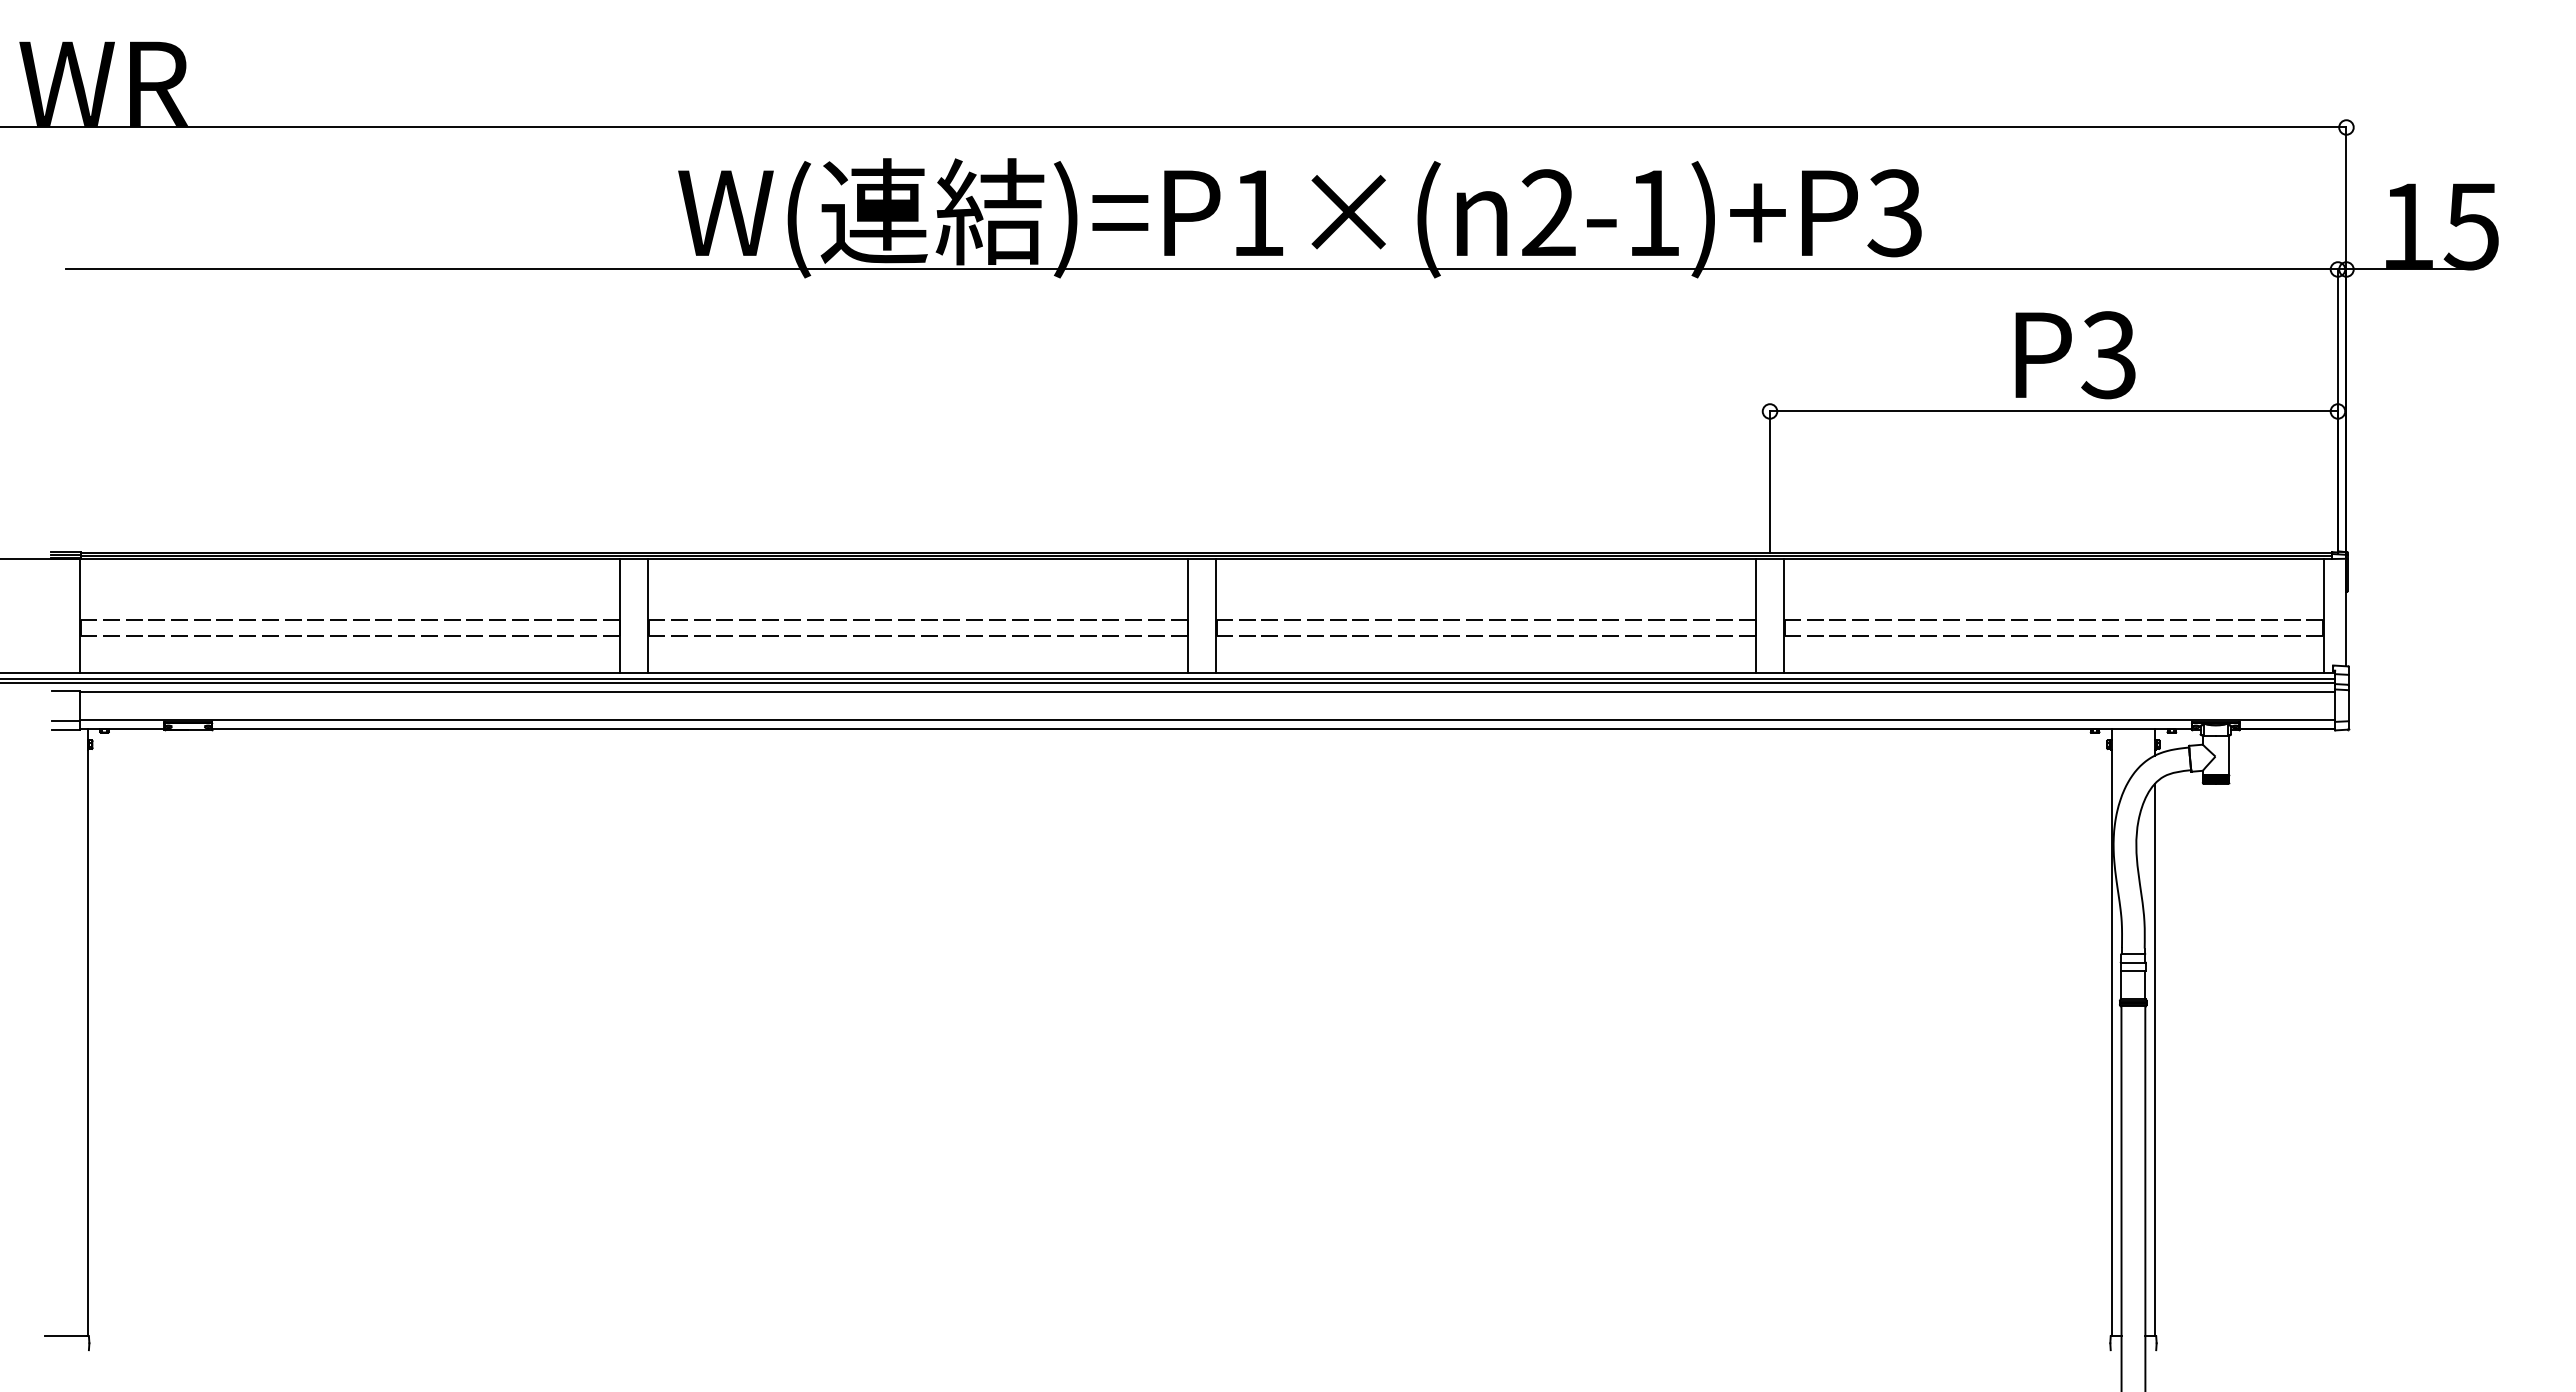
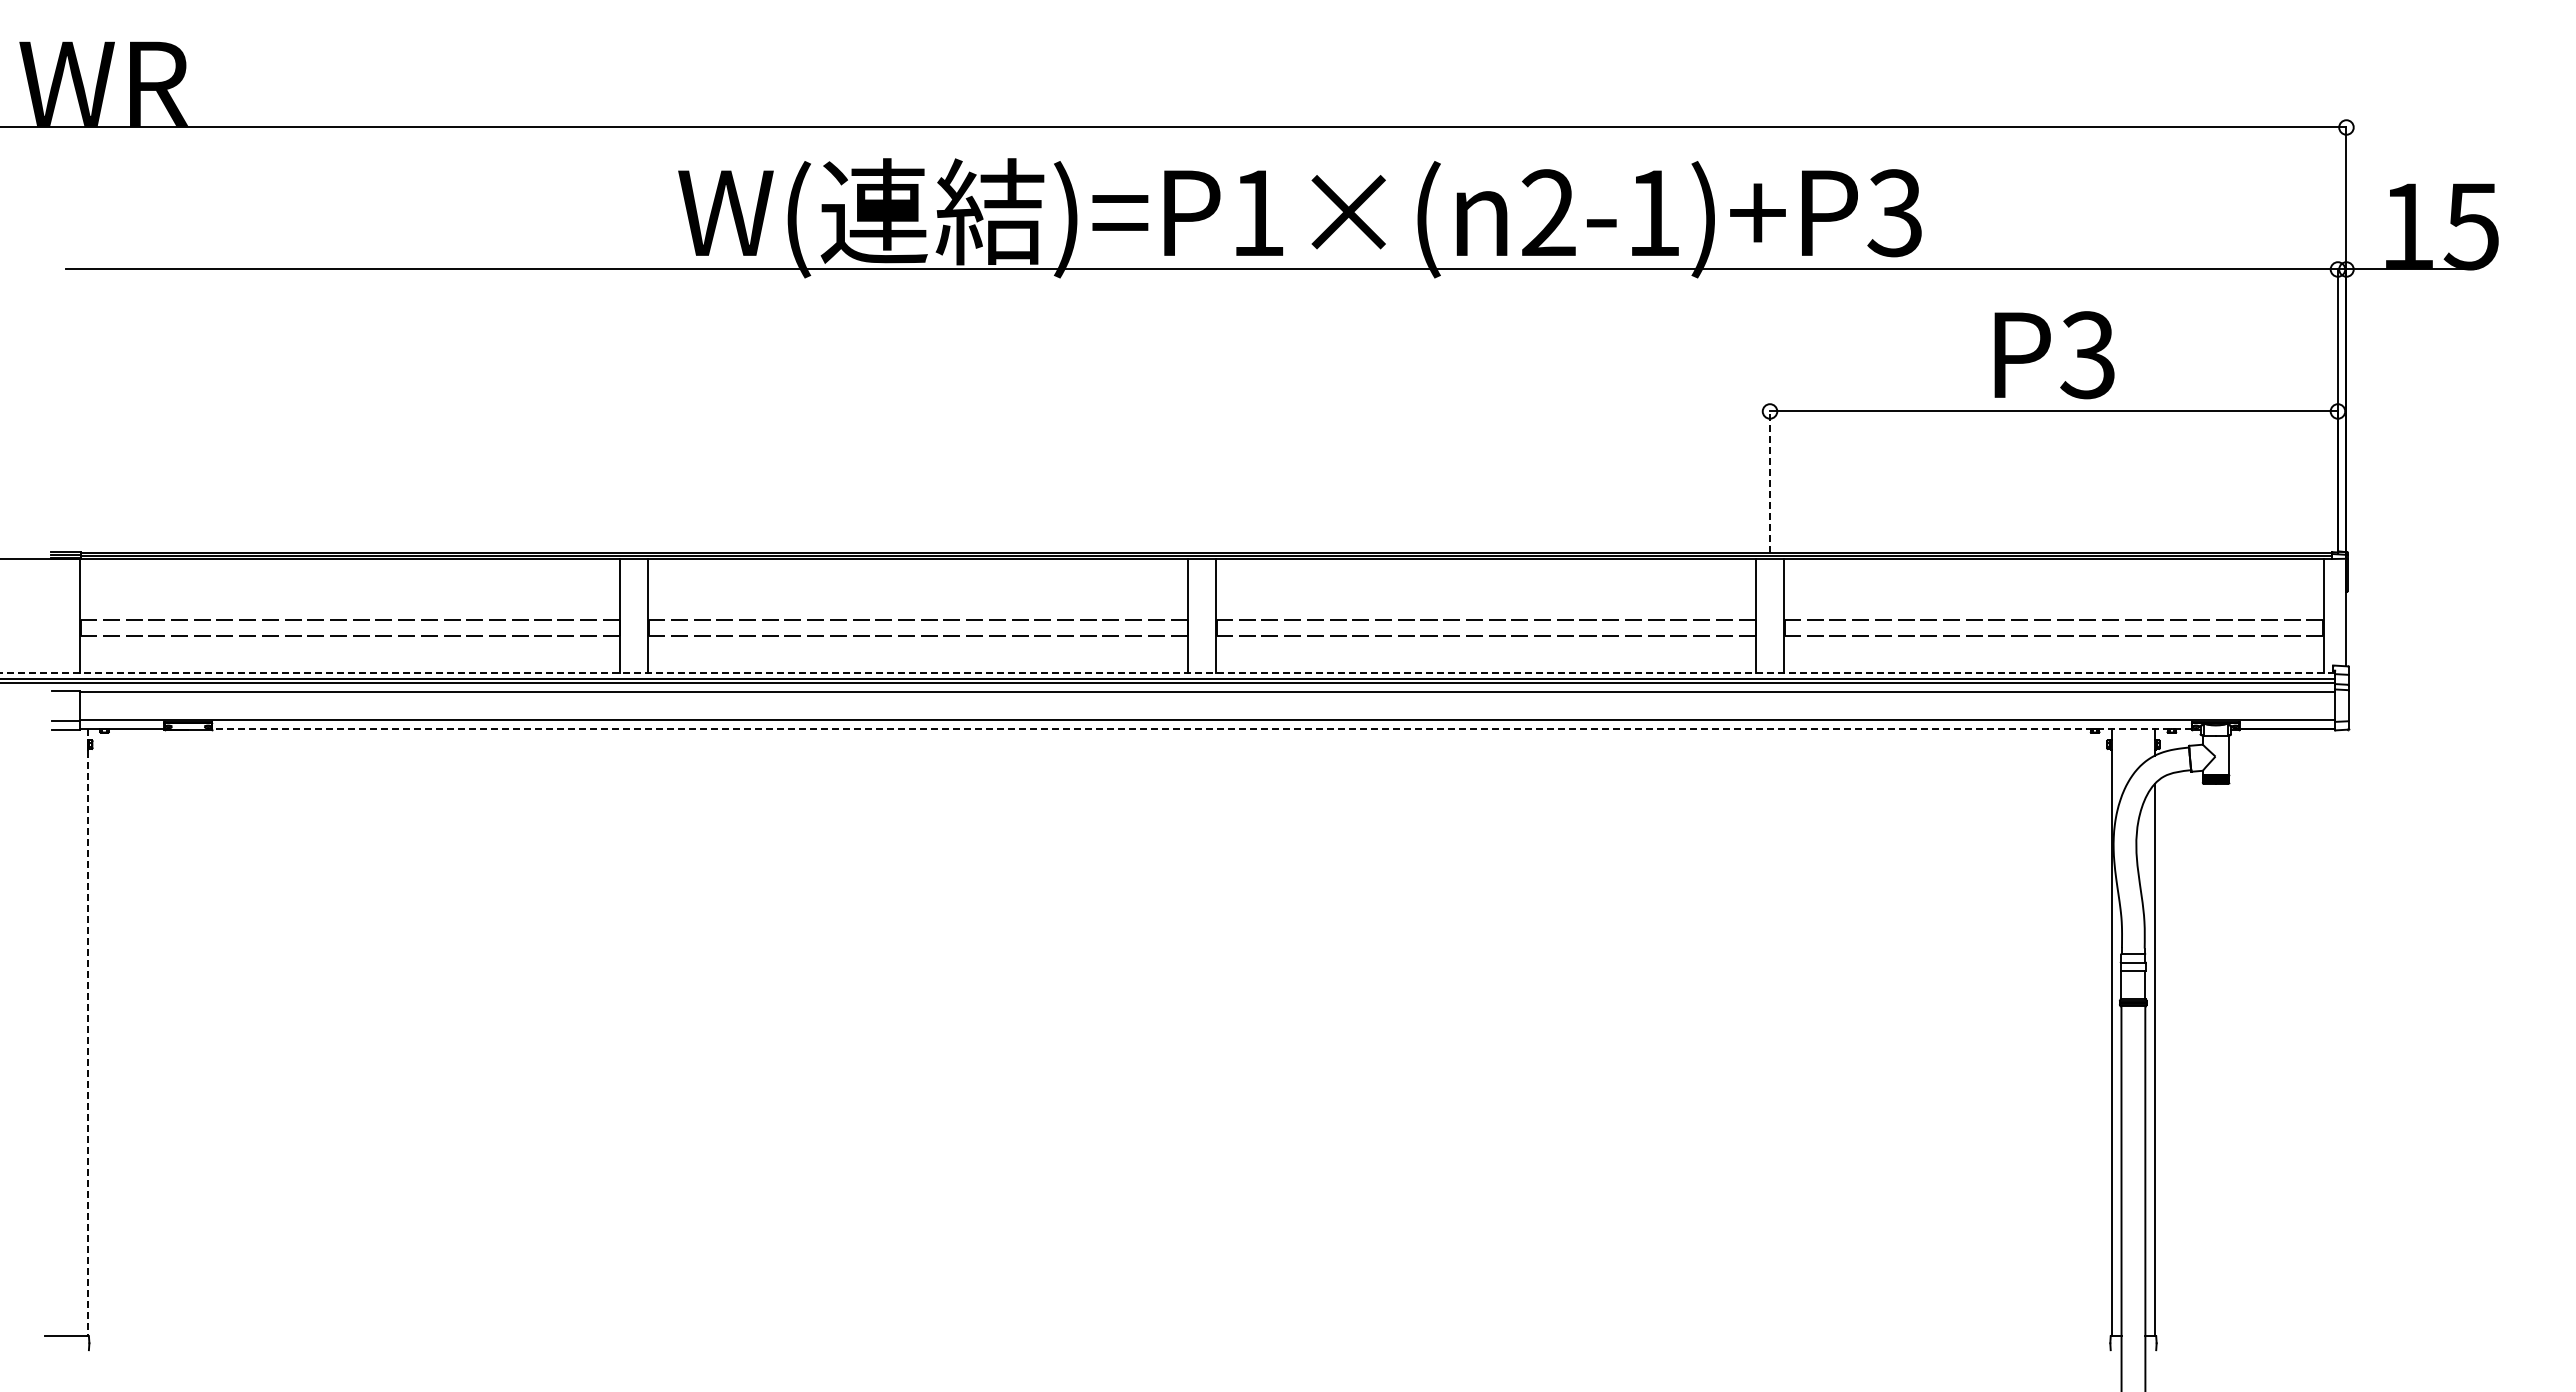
text at (2075, 355) position: (2075, 355) -> (2054, 355)
line at (1770, 481): solid -> dashed
line at (1167, 672): solid -> dashed
line at (1202, 728): solid -> dashed
line at (87, 1032): solid -> dashed
